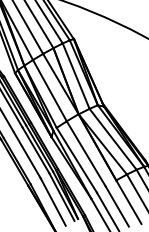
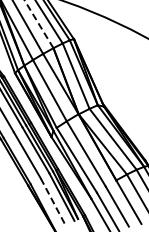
line at (39, 24): solid -> dashed
line at (53, 202): solid -> dashed
